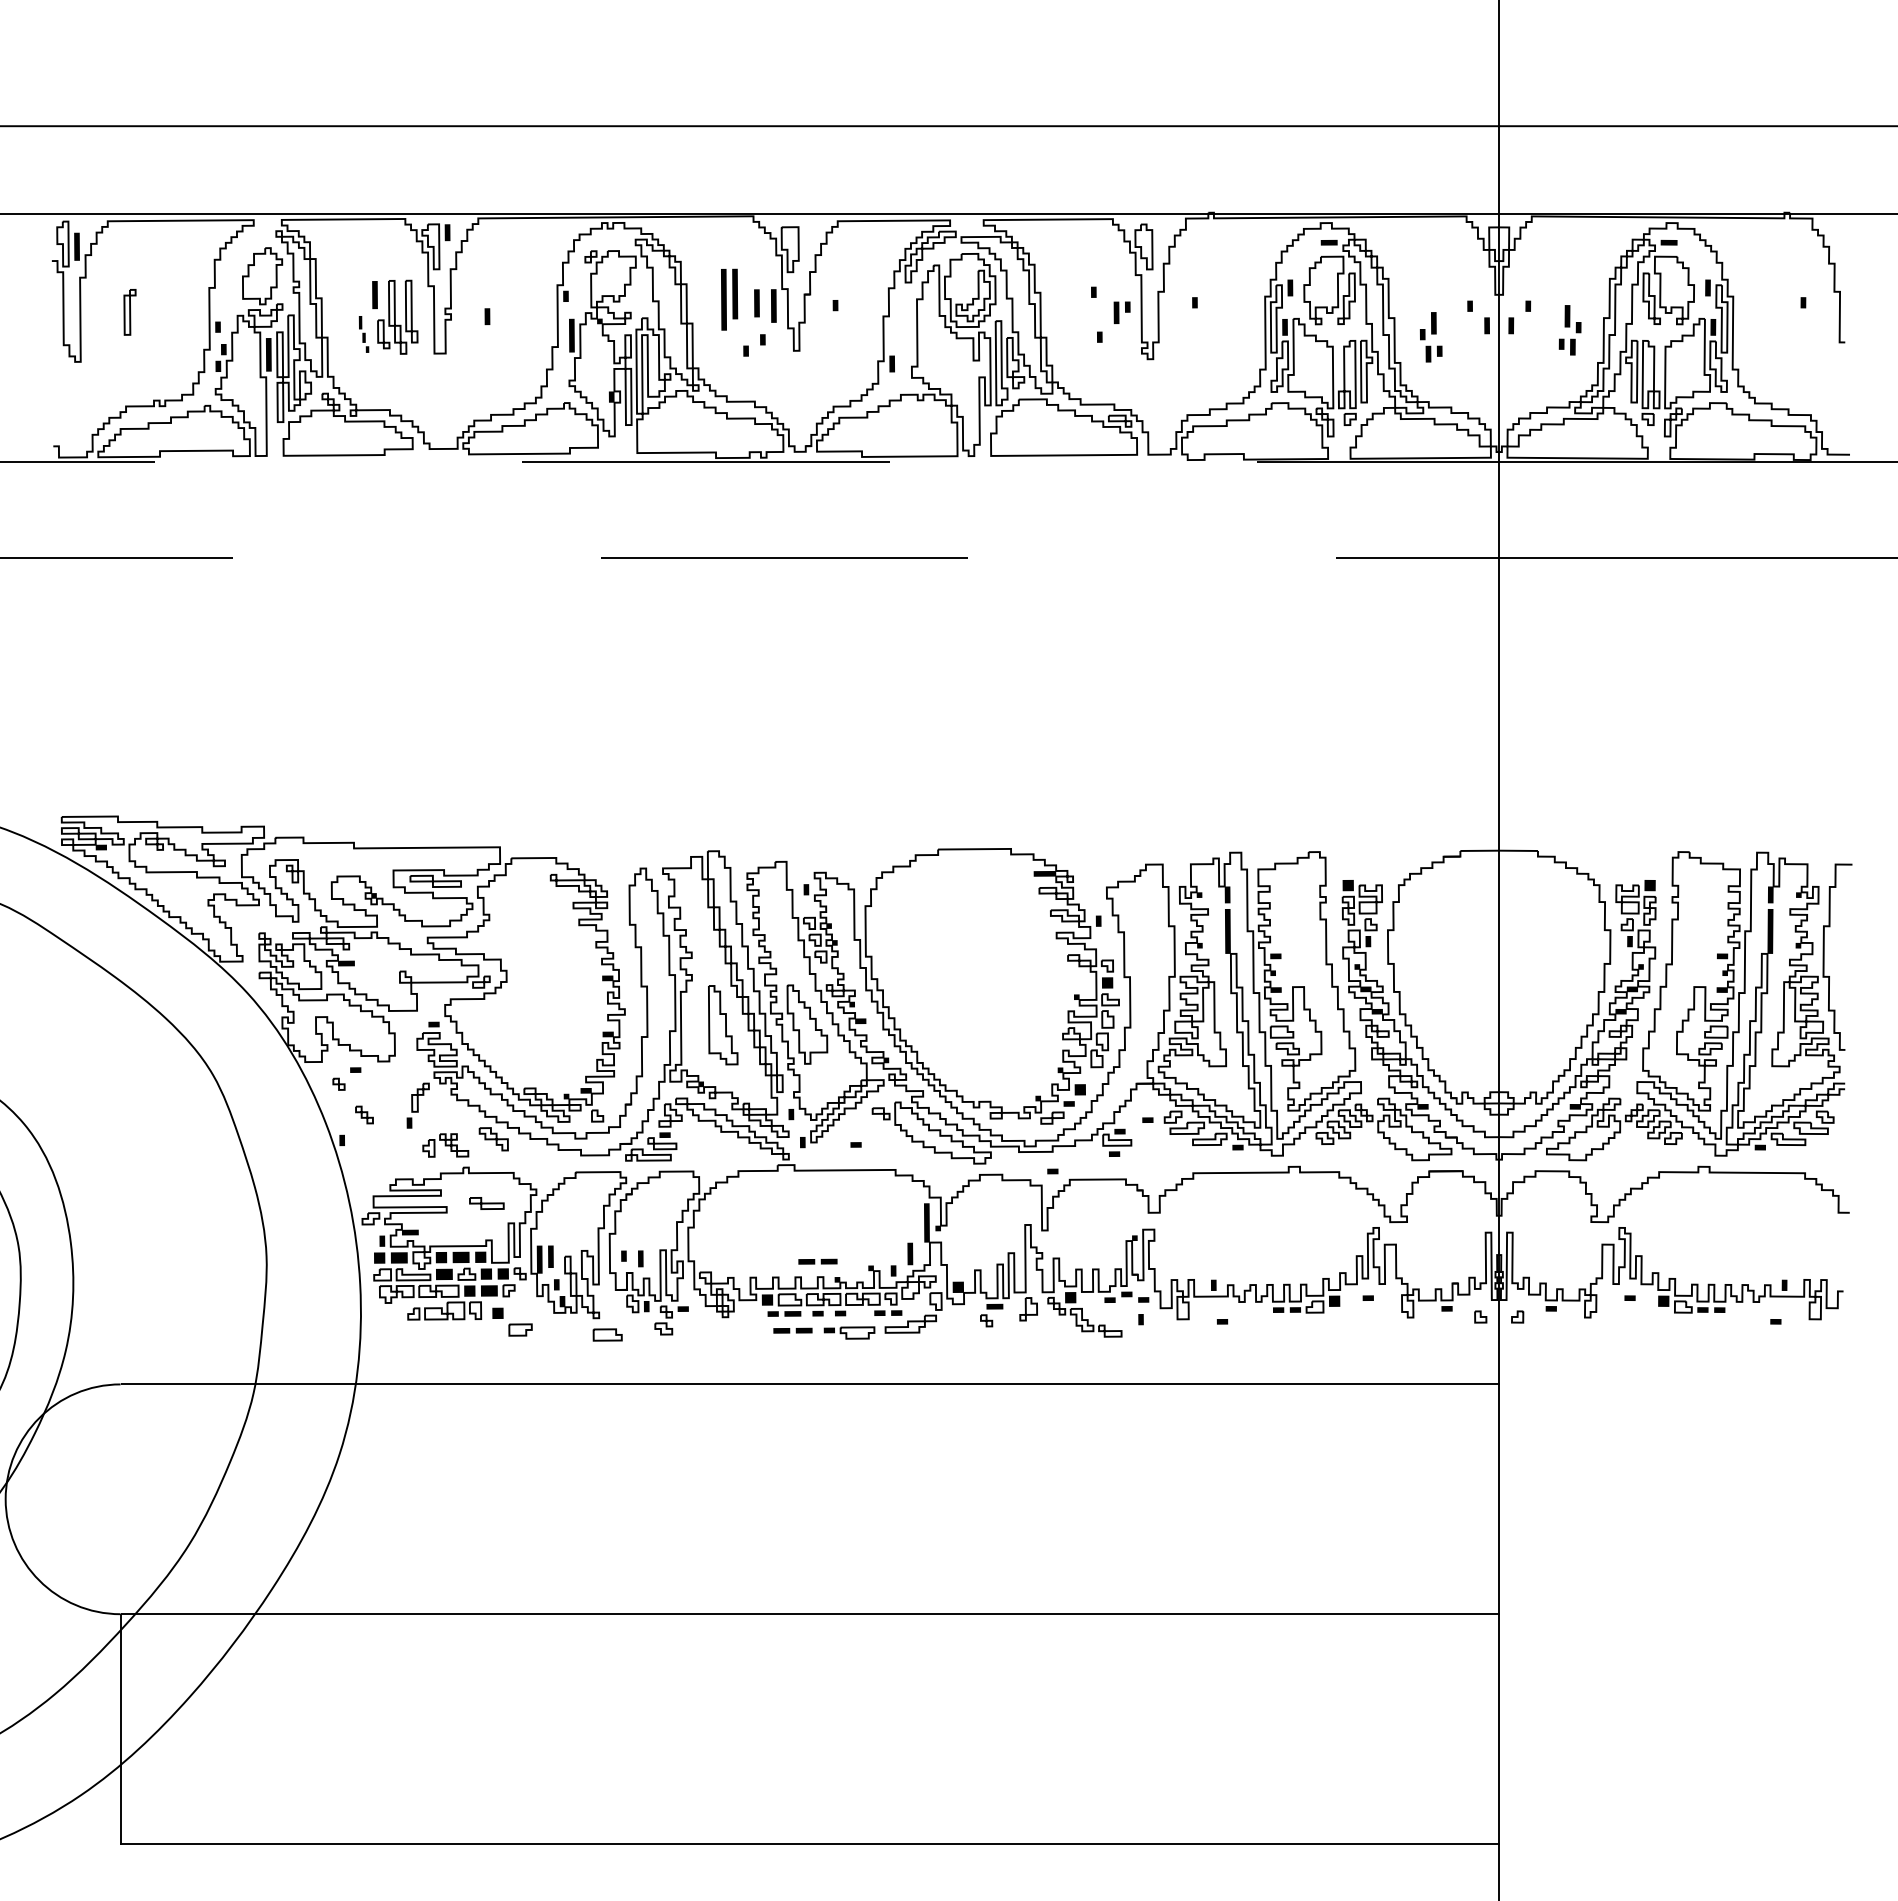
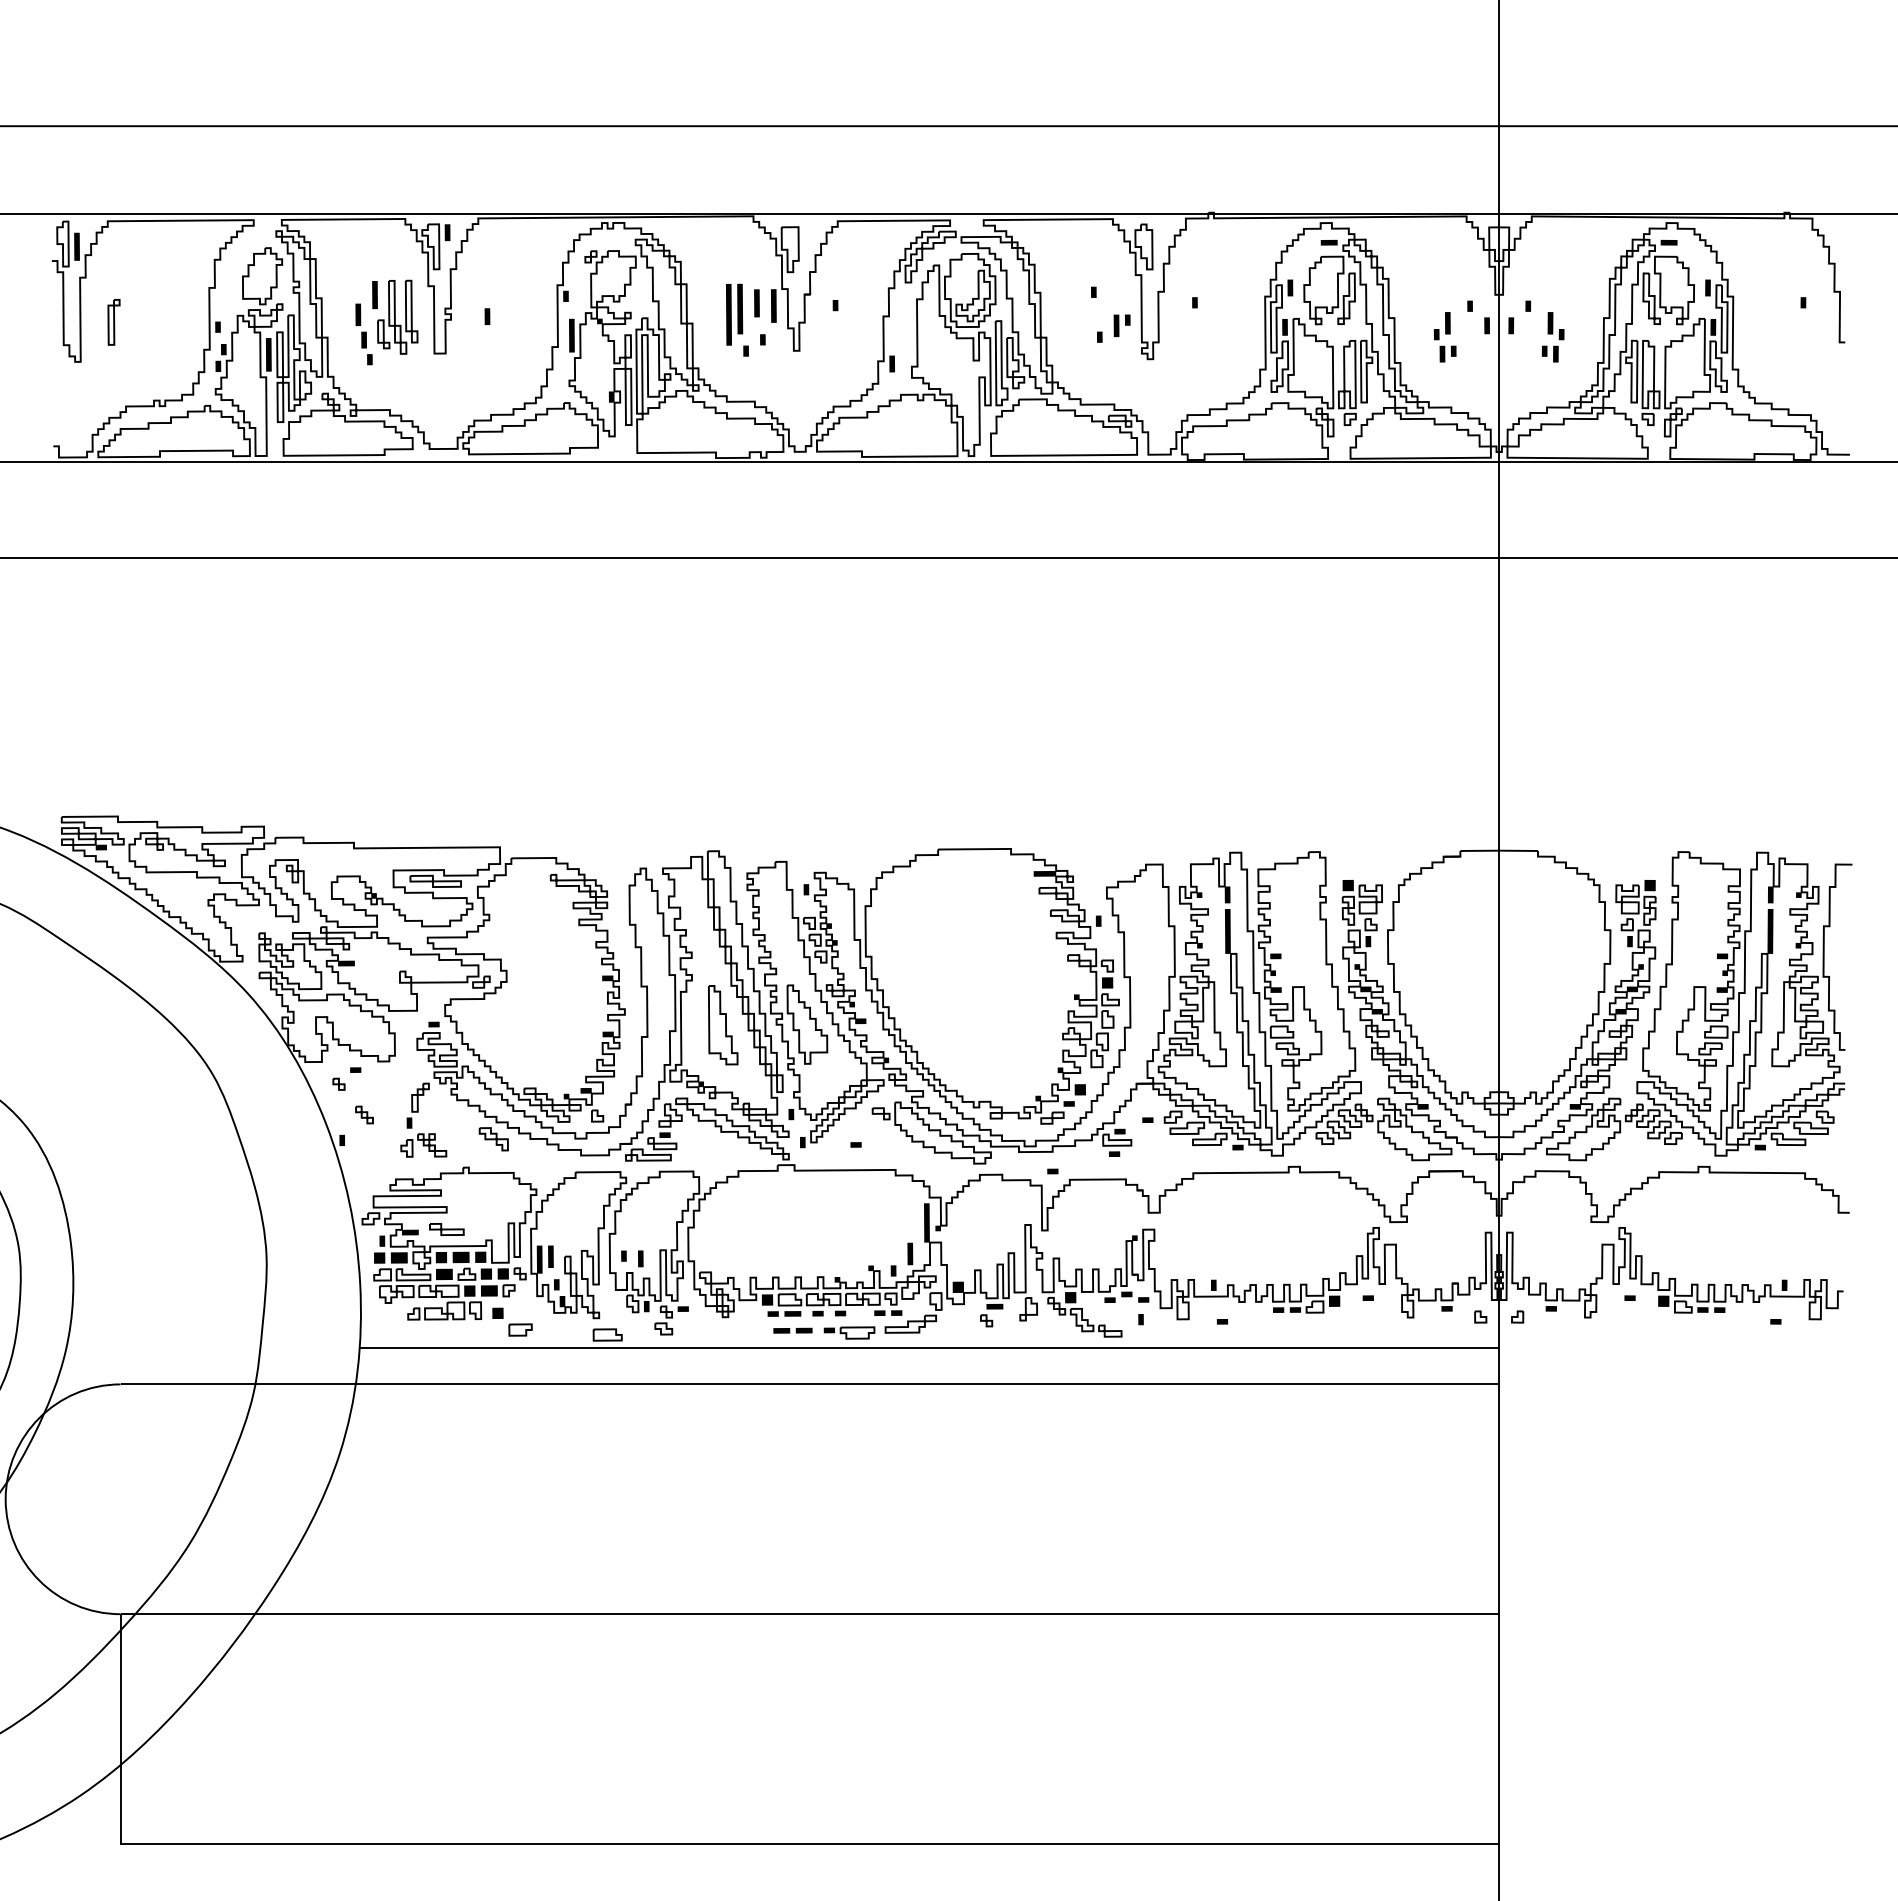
part at (729, 299) position: (729, 299) -> (734, 314)
part at (129, 312) position: (129, 312) -> (113, 322)
part at (1121, 312) position: (1121, 312) -> (1121, 325)
part at (1569, 330) position: (1569, 330) -> (1552, 337)
part at (363, 334) size: 12x37 px -> 18x63 px
part at (1431, 337) position: (1431, 337) -> (1445, 337)
line at (750, 462): dashed -> solid
line at (750, 558): dashed -> solid
part at (445, 1145) position: (445, 1145) -> (423, 1145)
part at (486, 1203) position: (486, 1203) -> (446, 1229)
part at (817, 1261): present -> none
line at (929, 1348): none -> present
